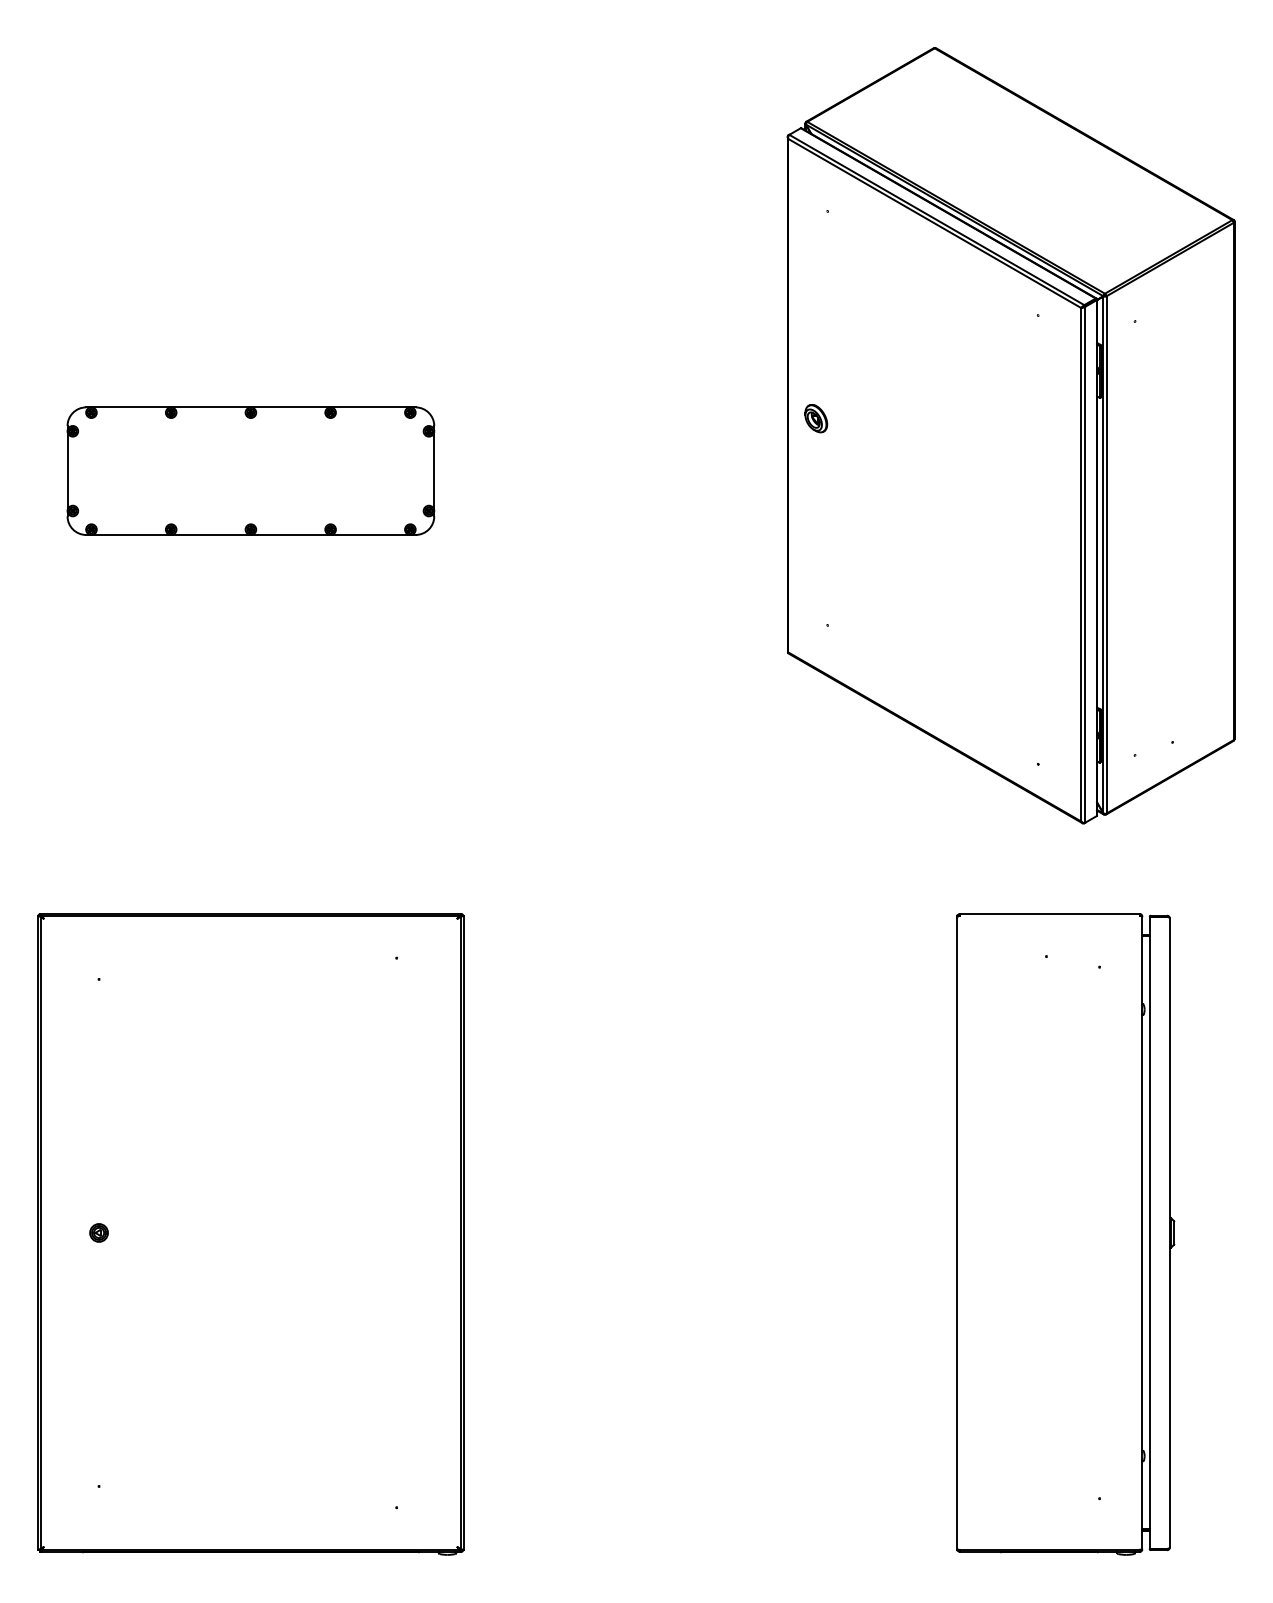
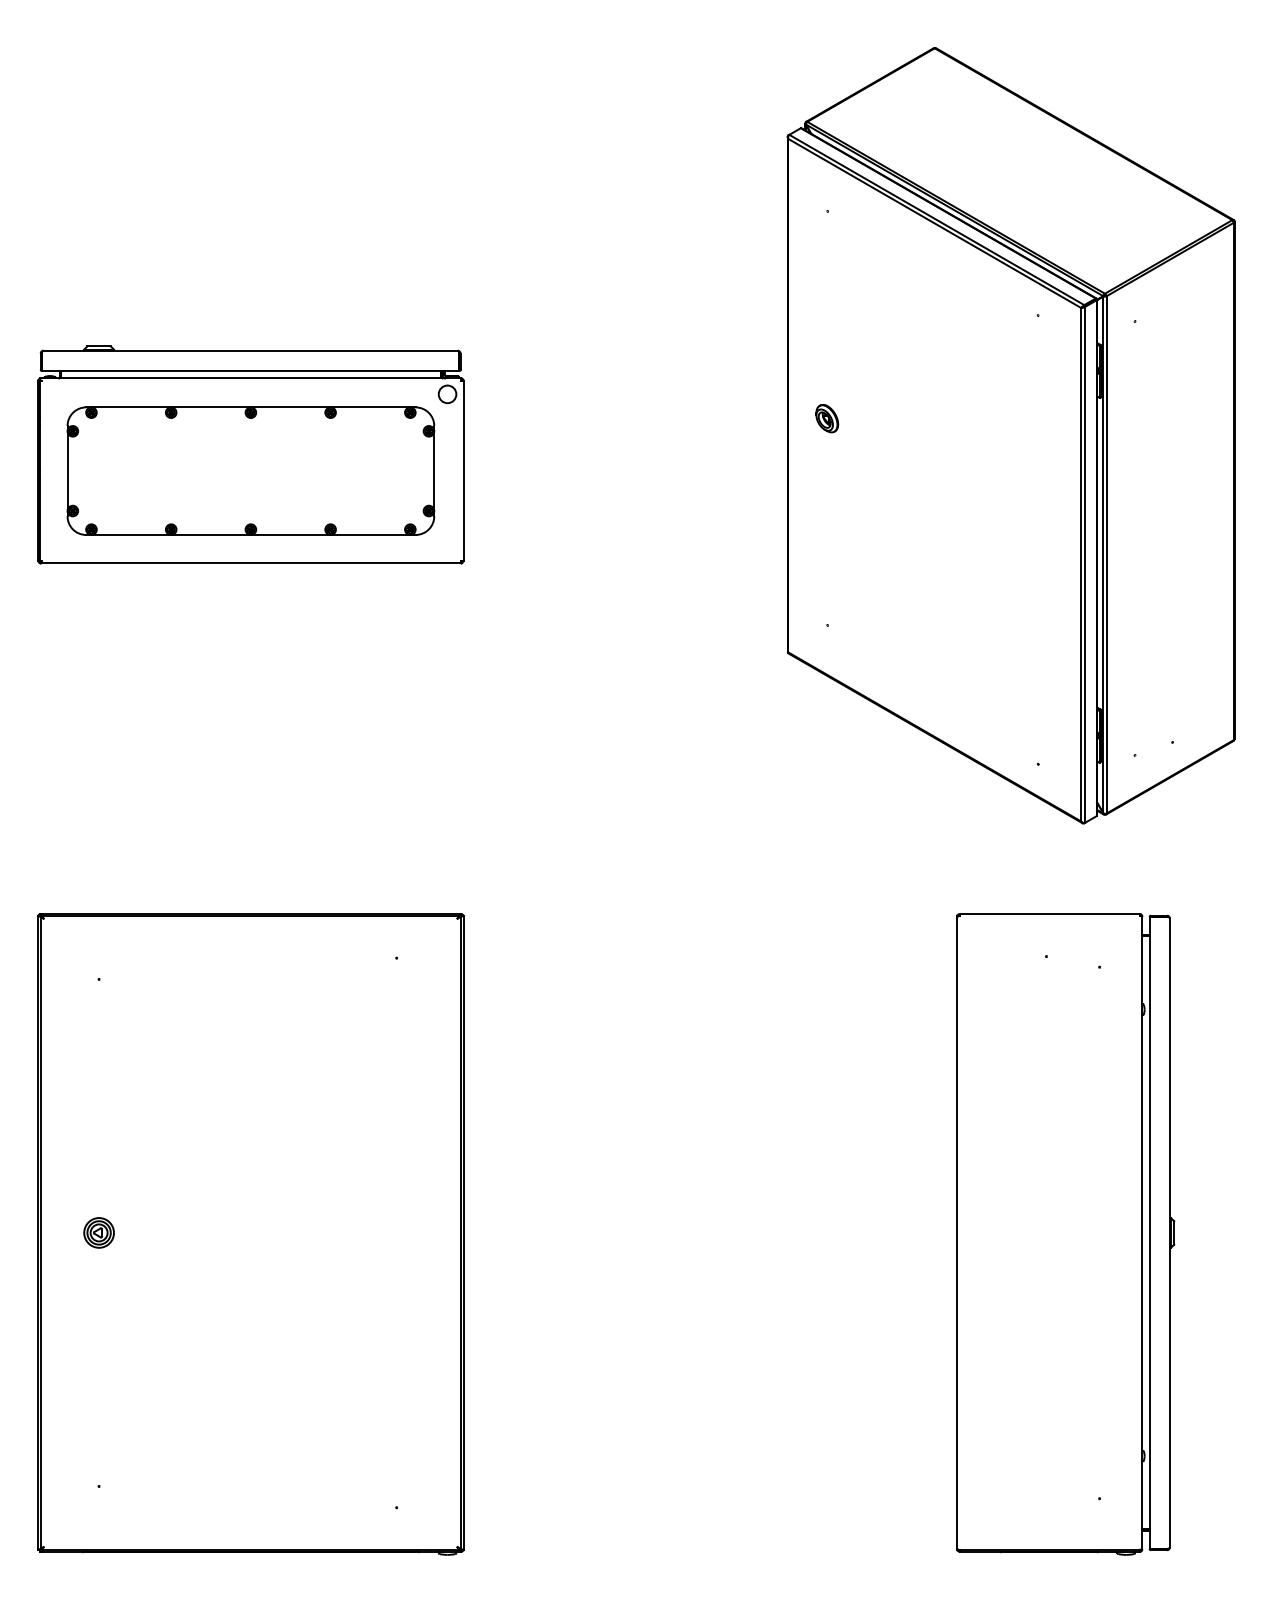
part at (816, 418) position: (816, 418) -> (827, 418)
part at (250, 454): none -> present
part at (98, 1232) size: 20x20 px -> 32x32 px
